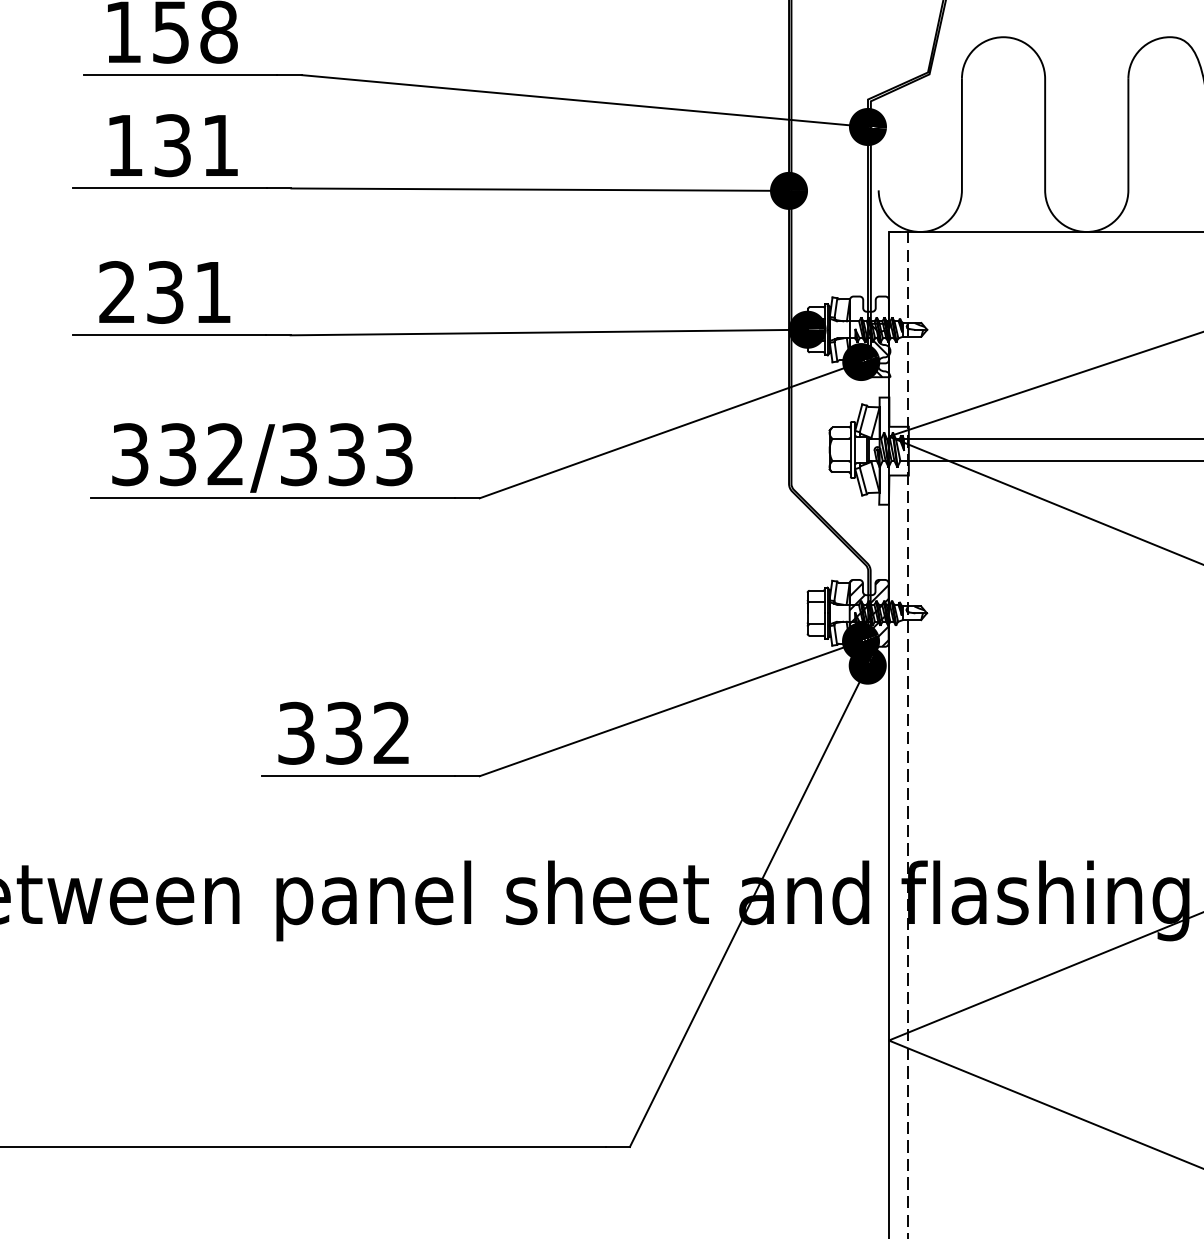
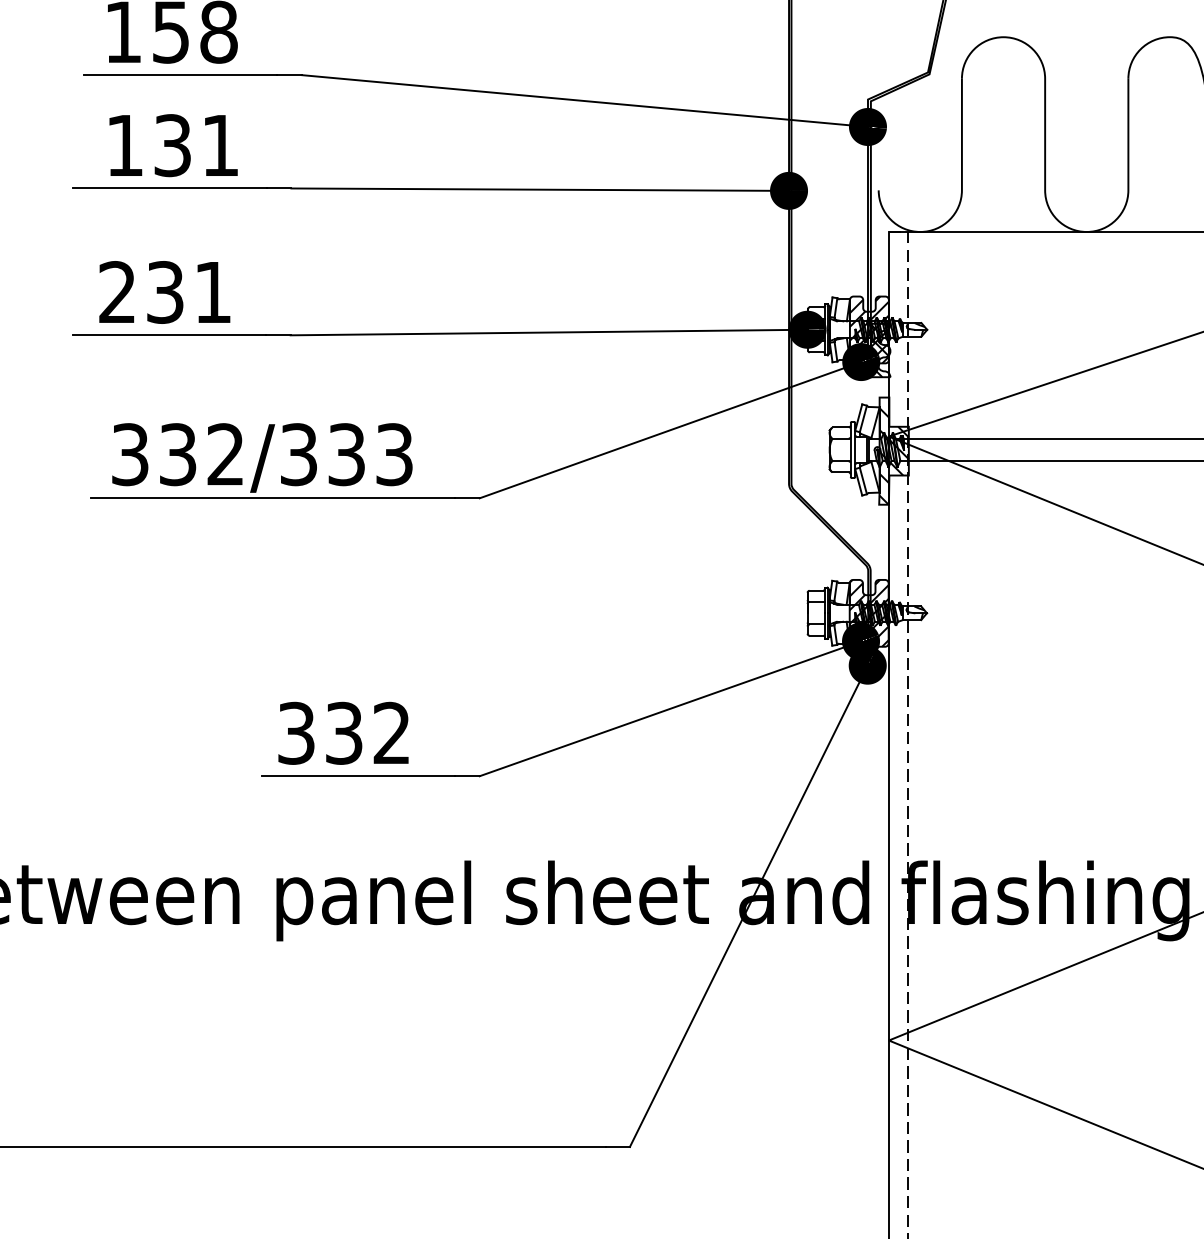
hatch at (868, 329): none -> present
hatch at (893, 456): none -> present
